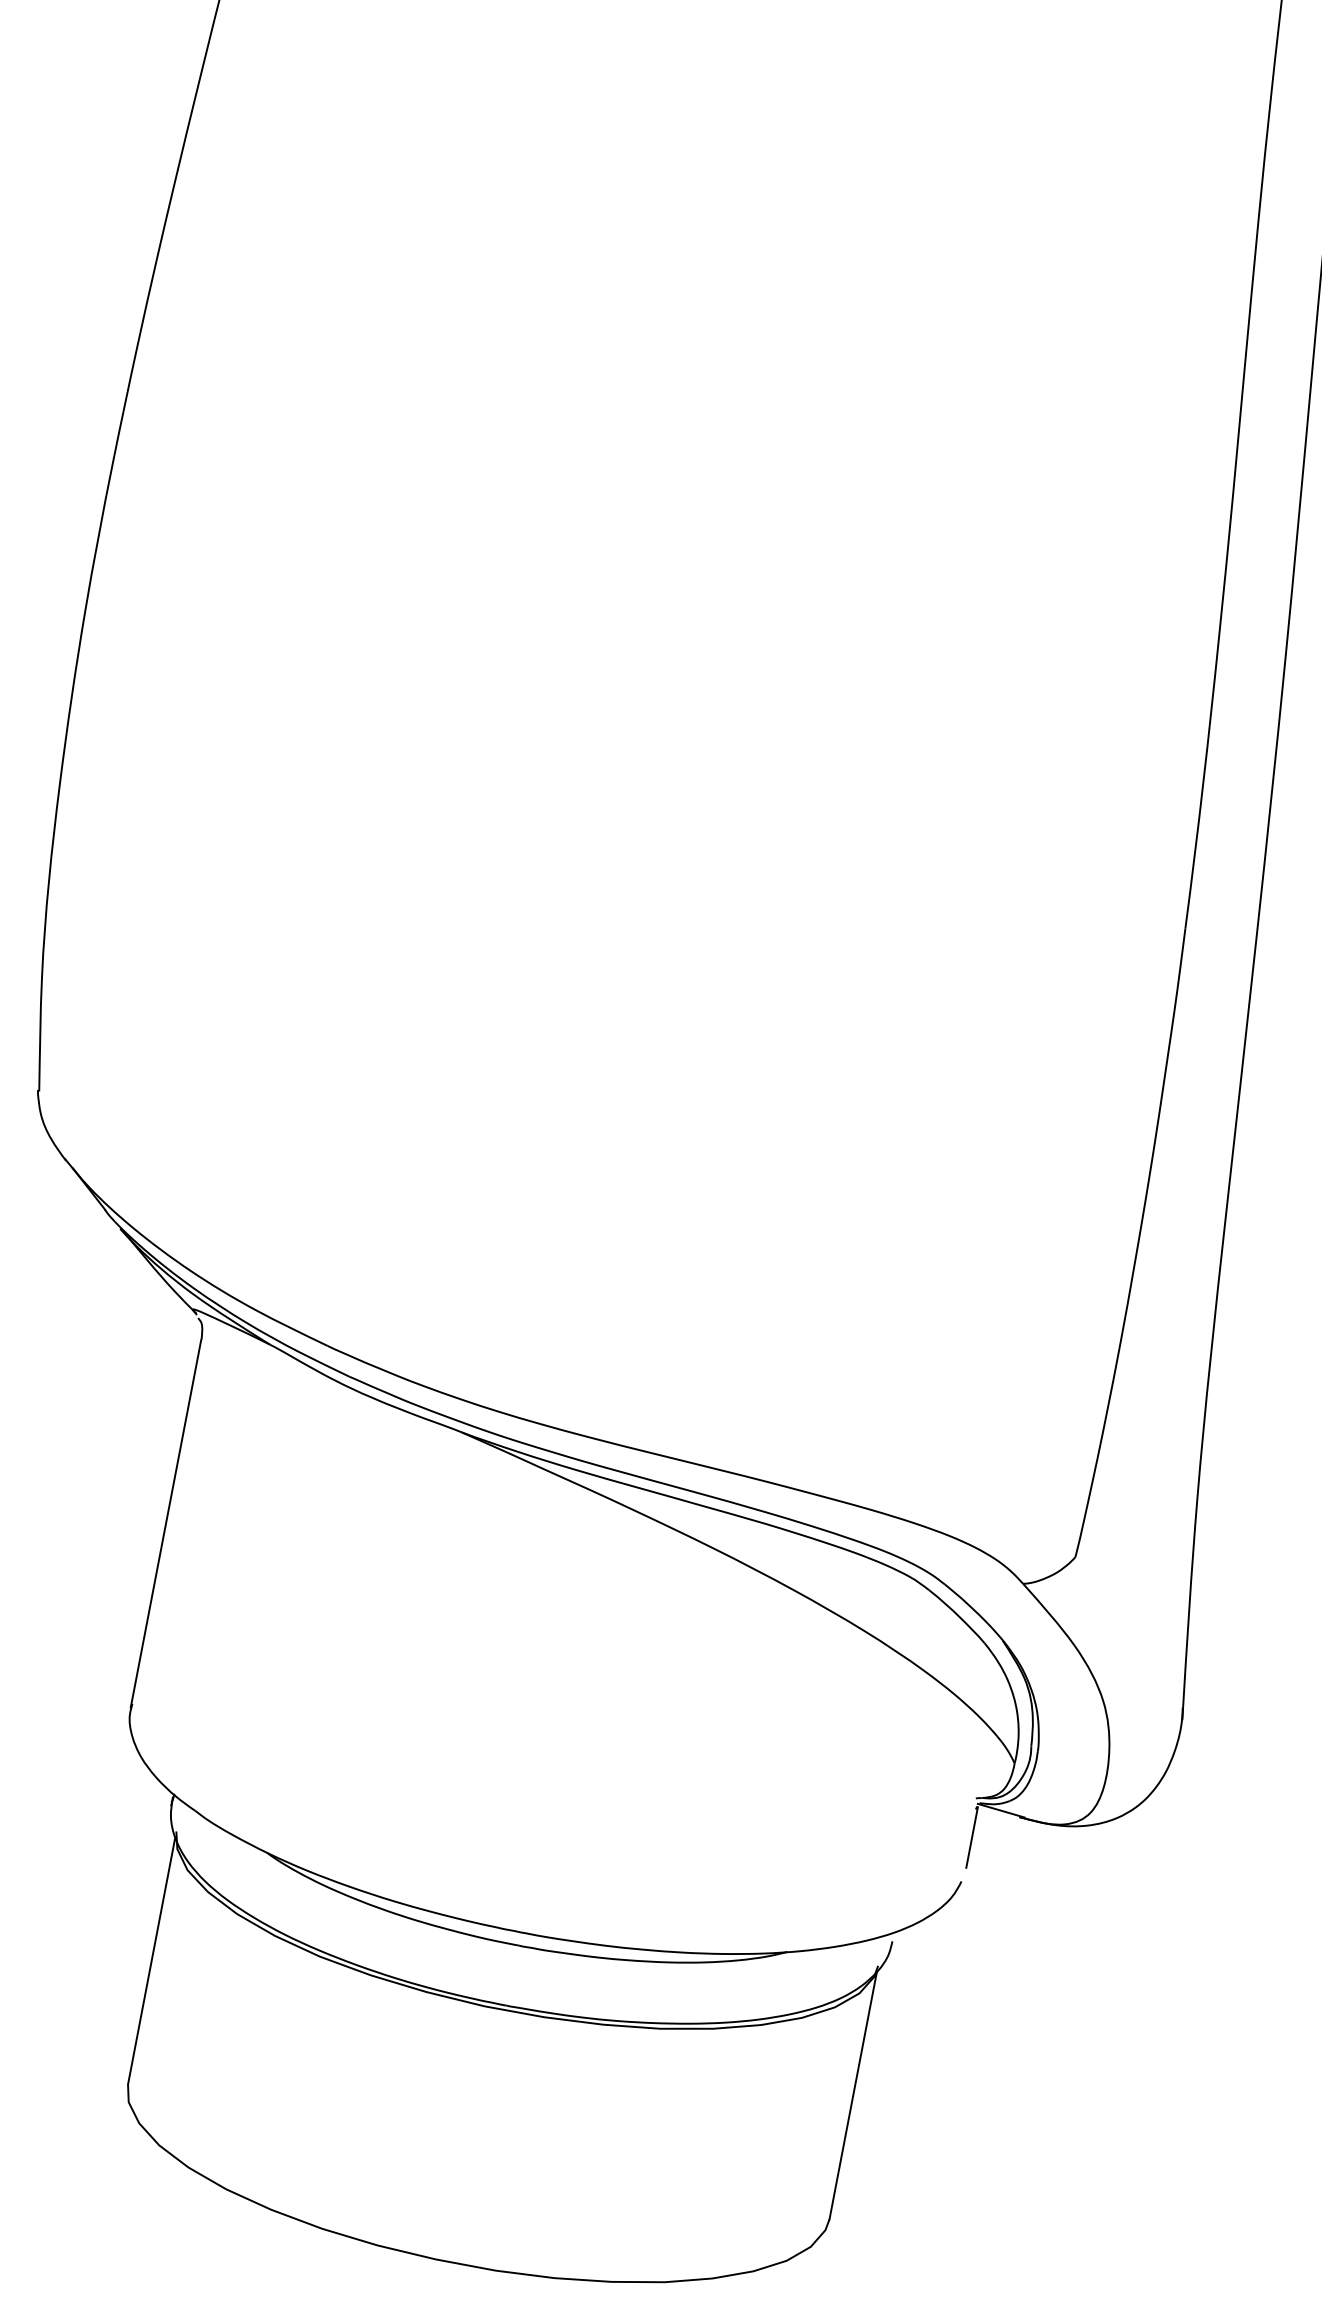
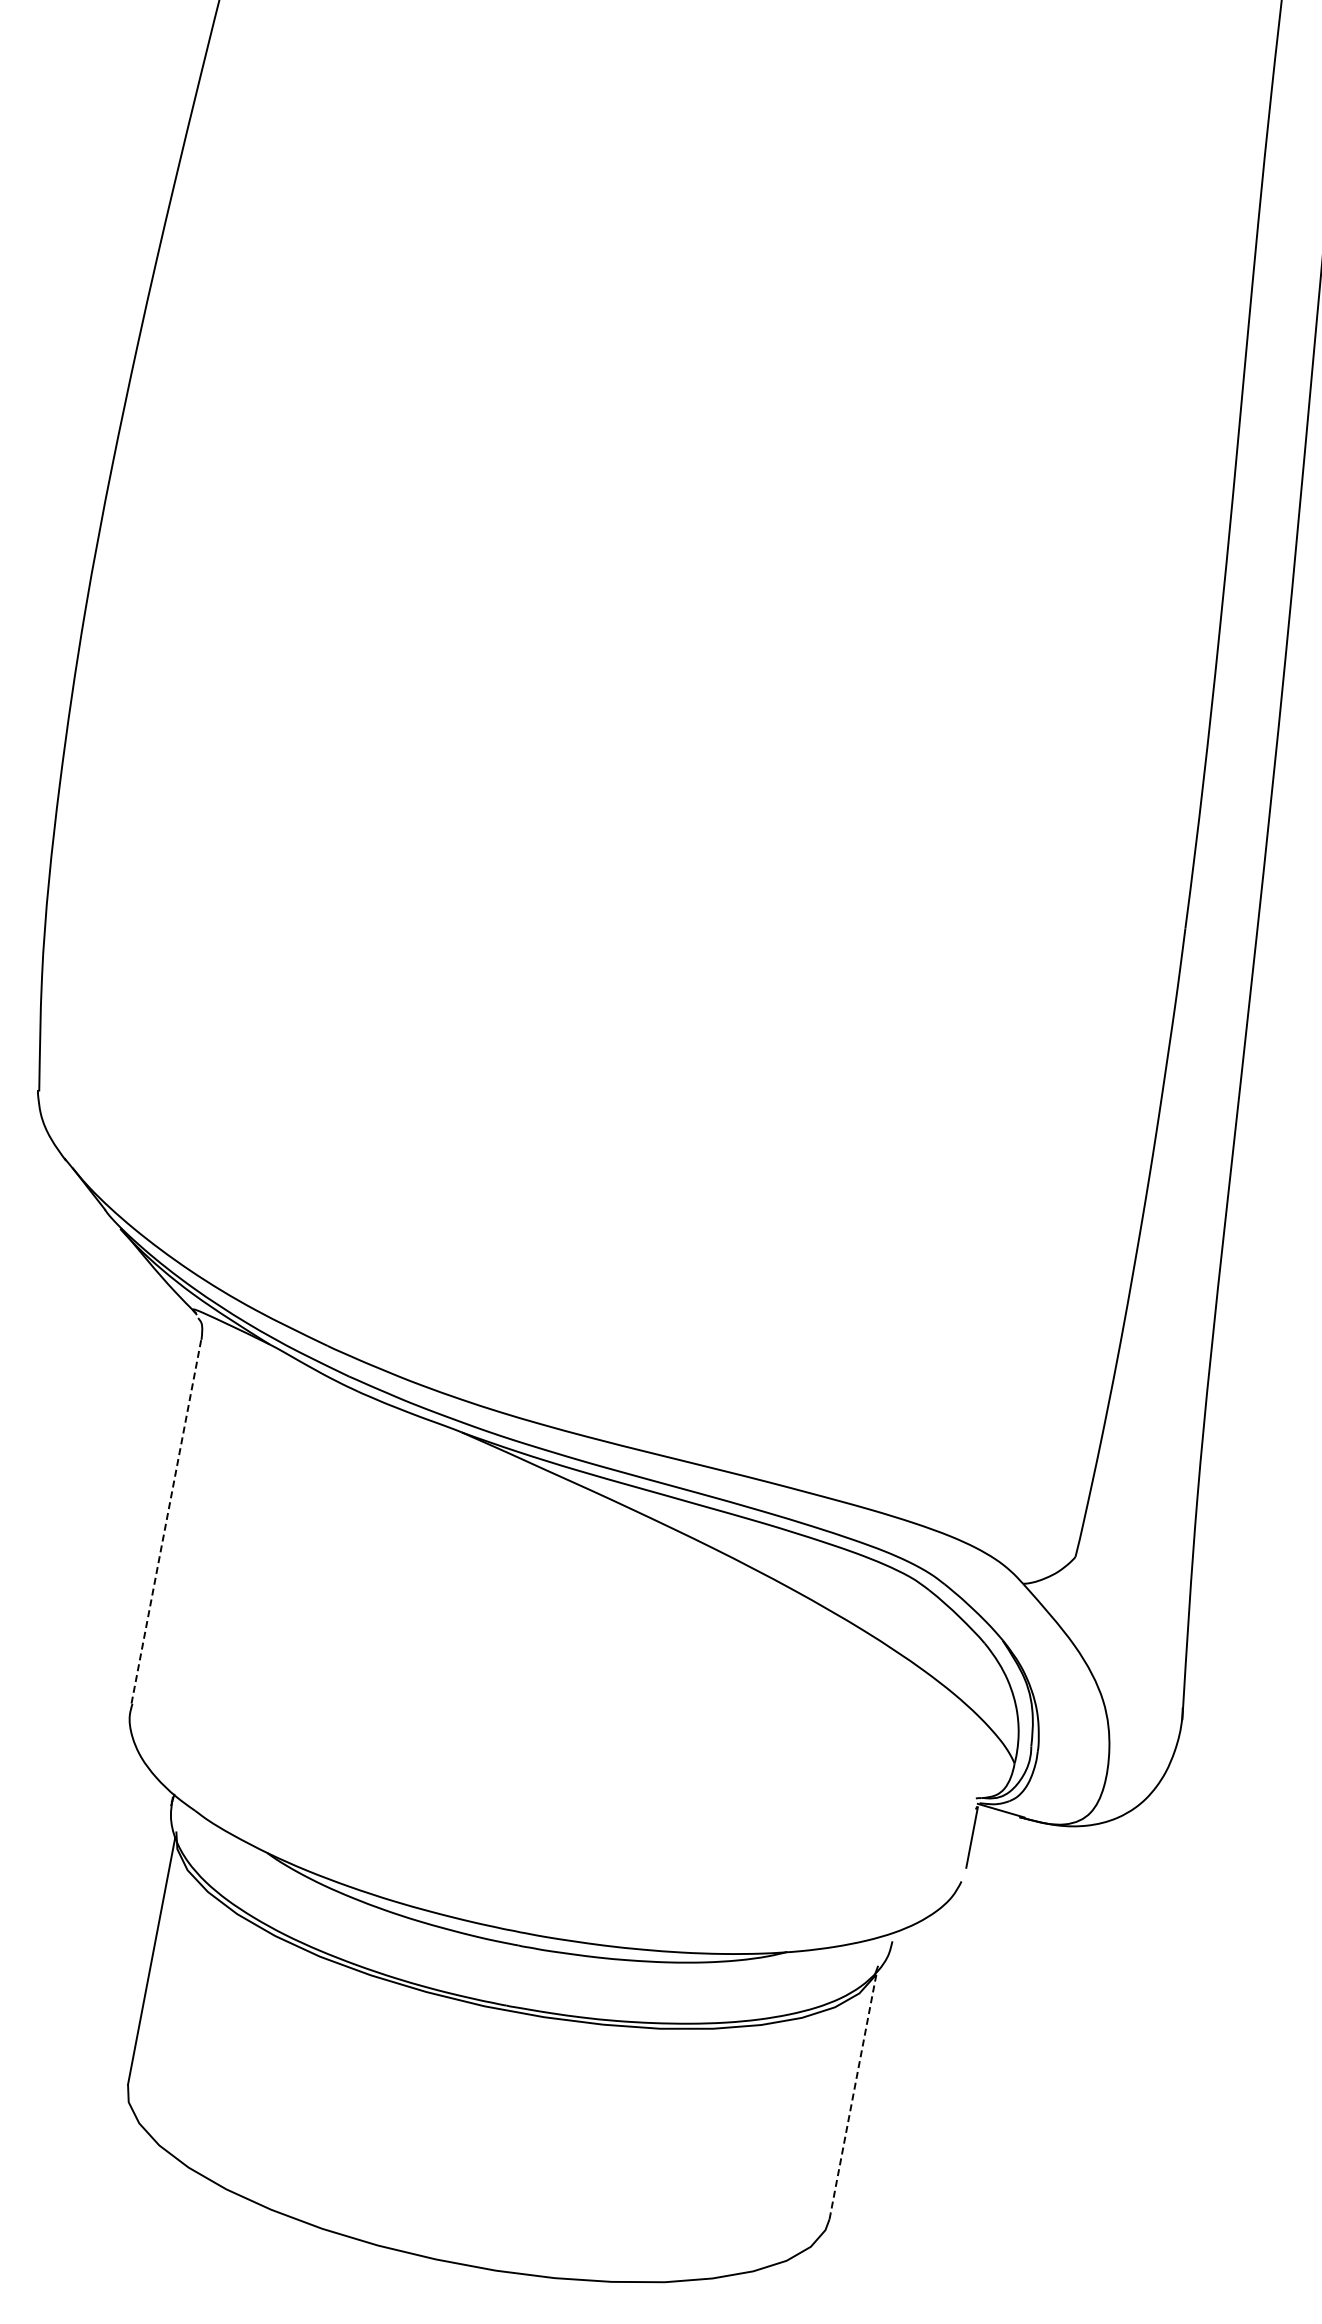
line at (165, 1524): solid -> dashed
line at (853, 2095): solid -> dashed
